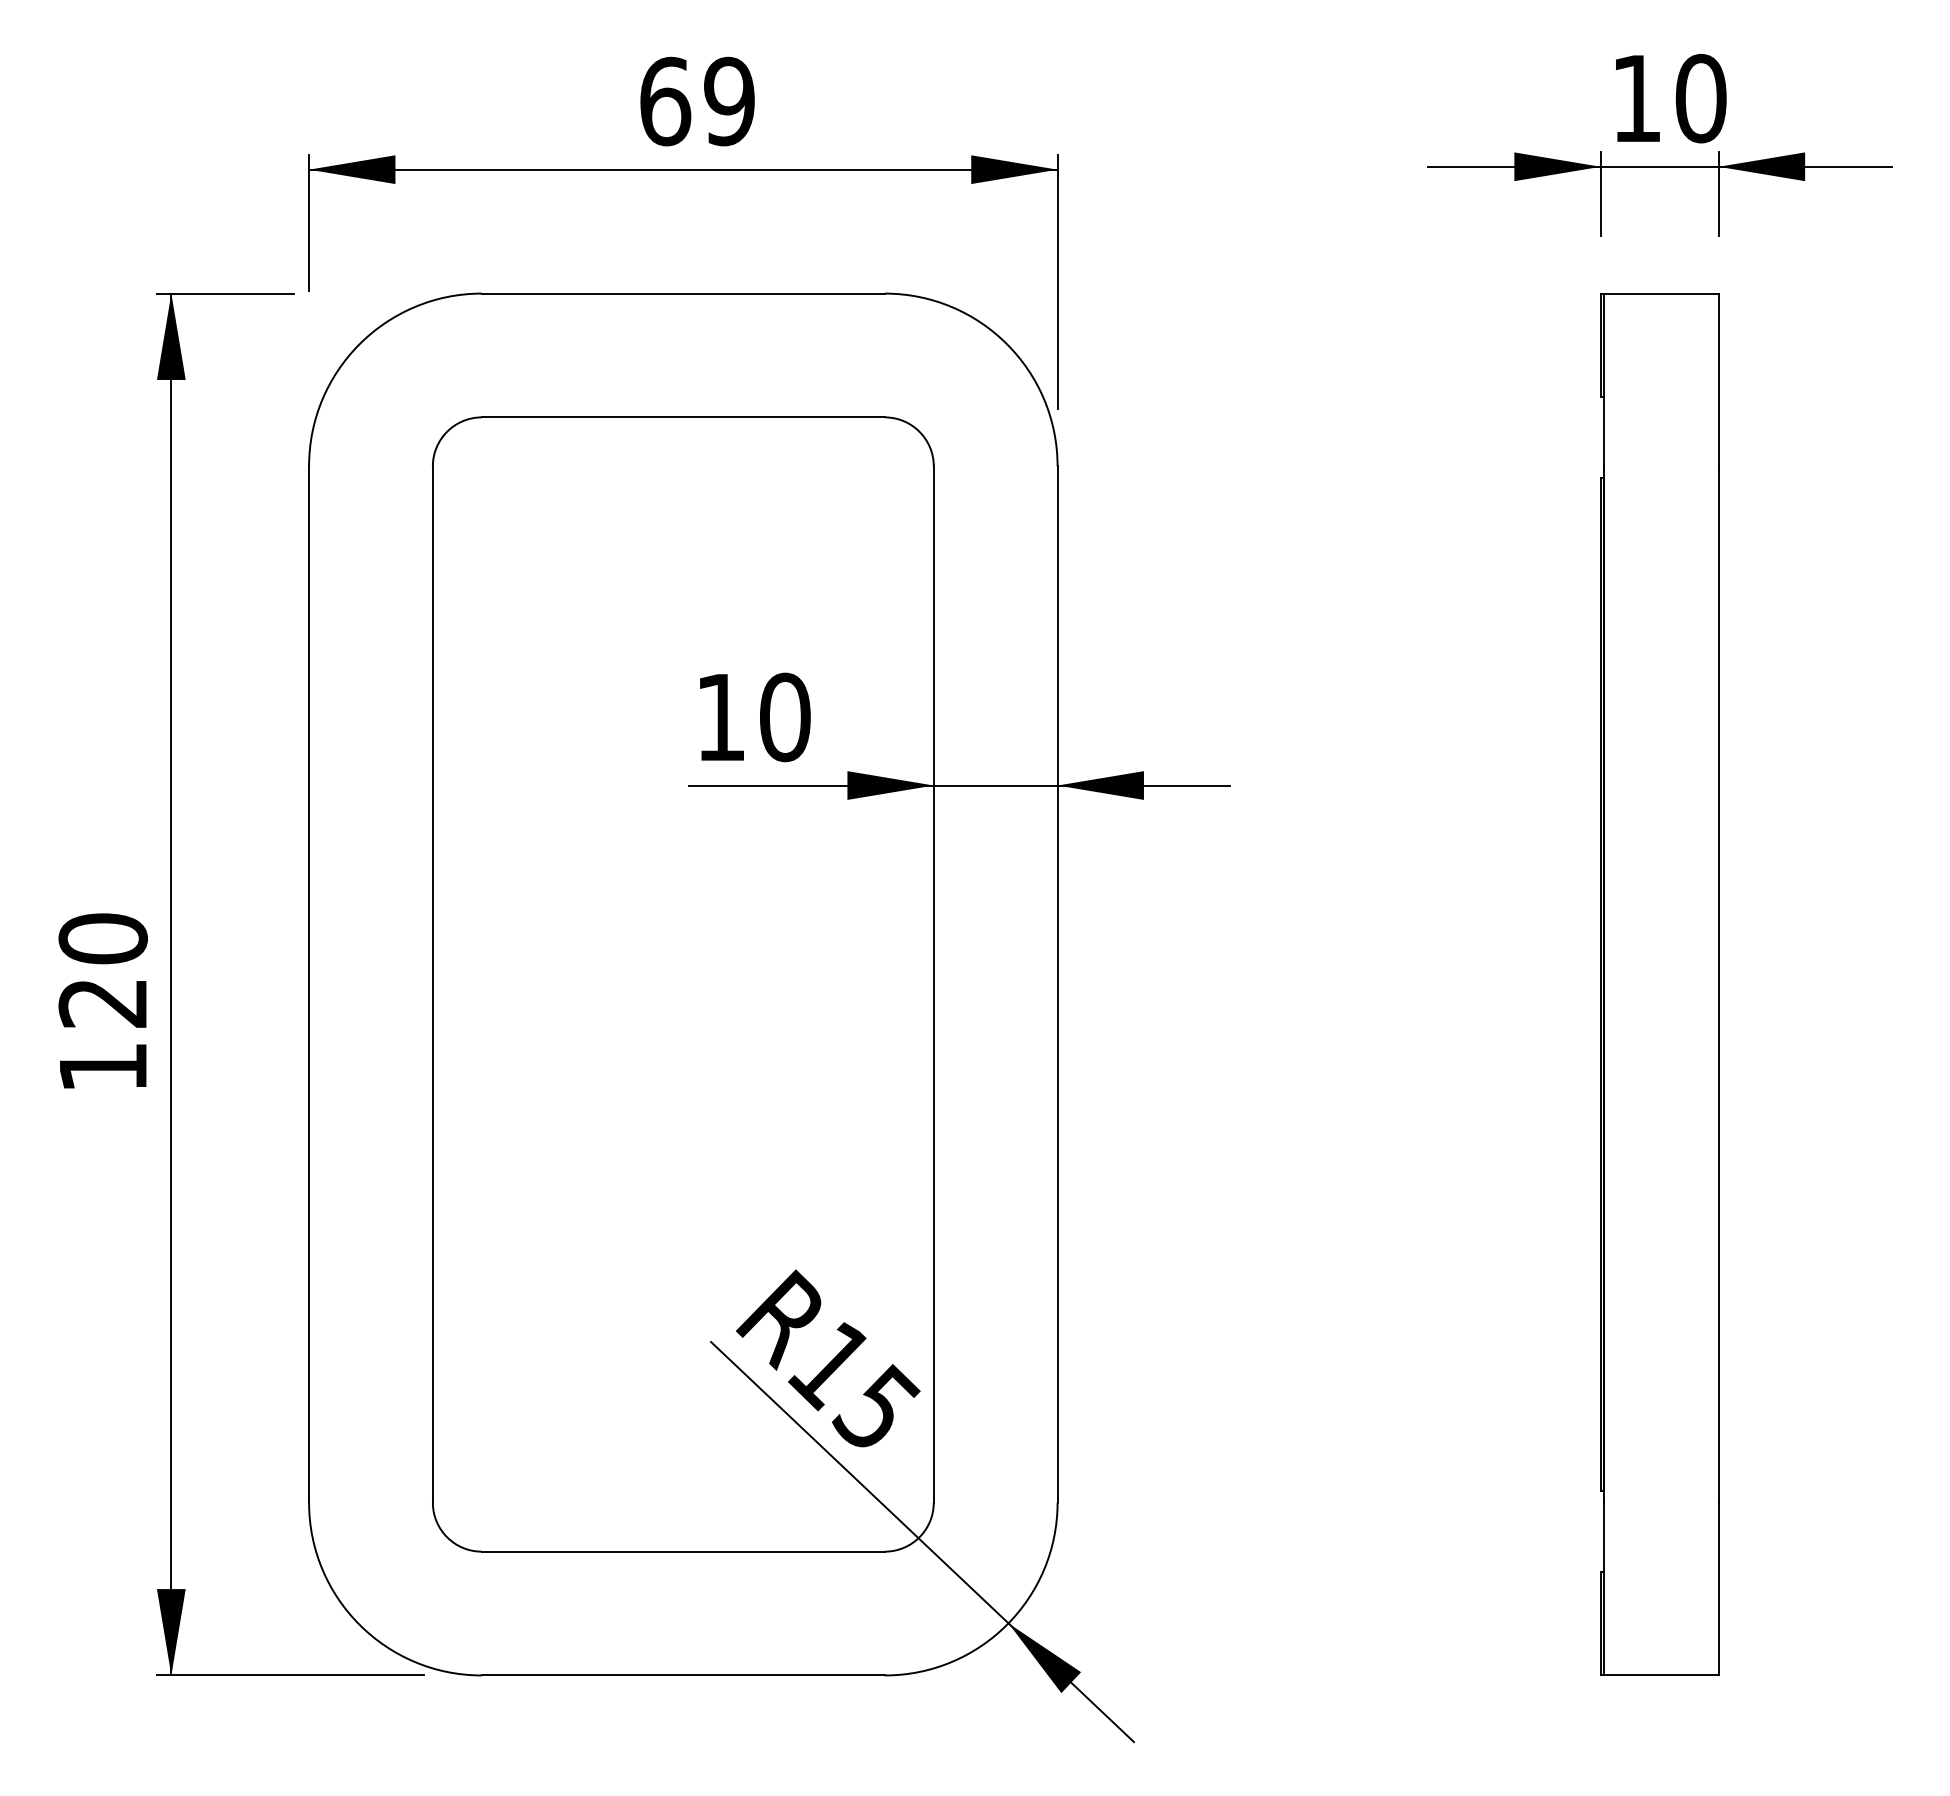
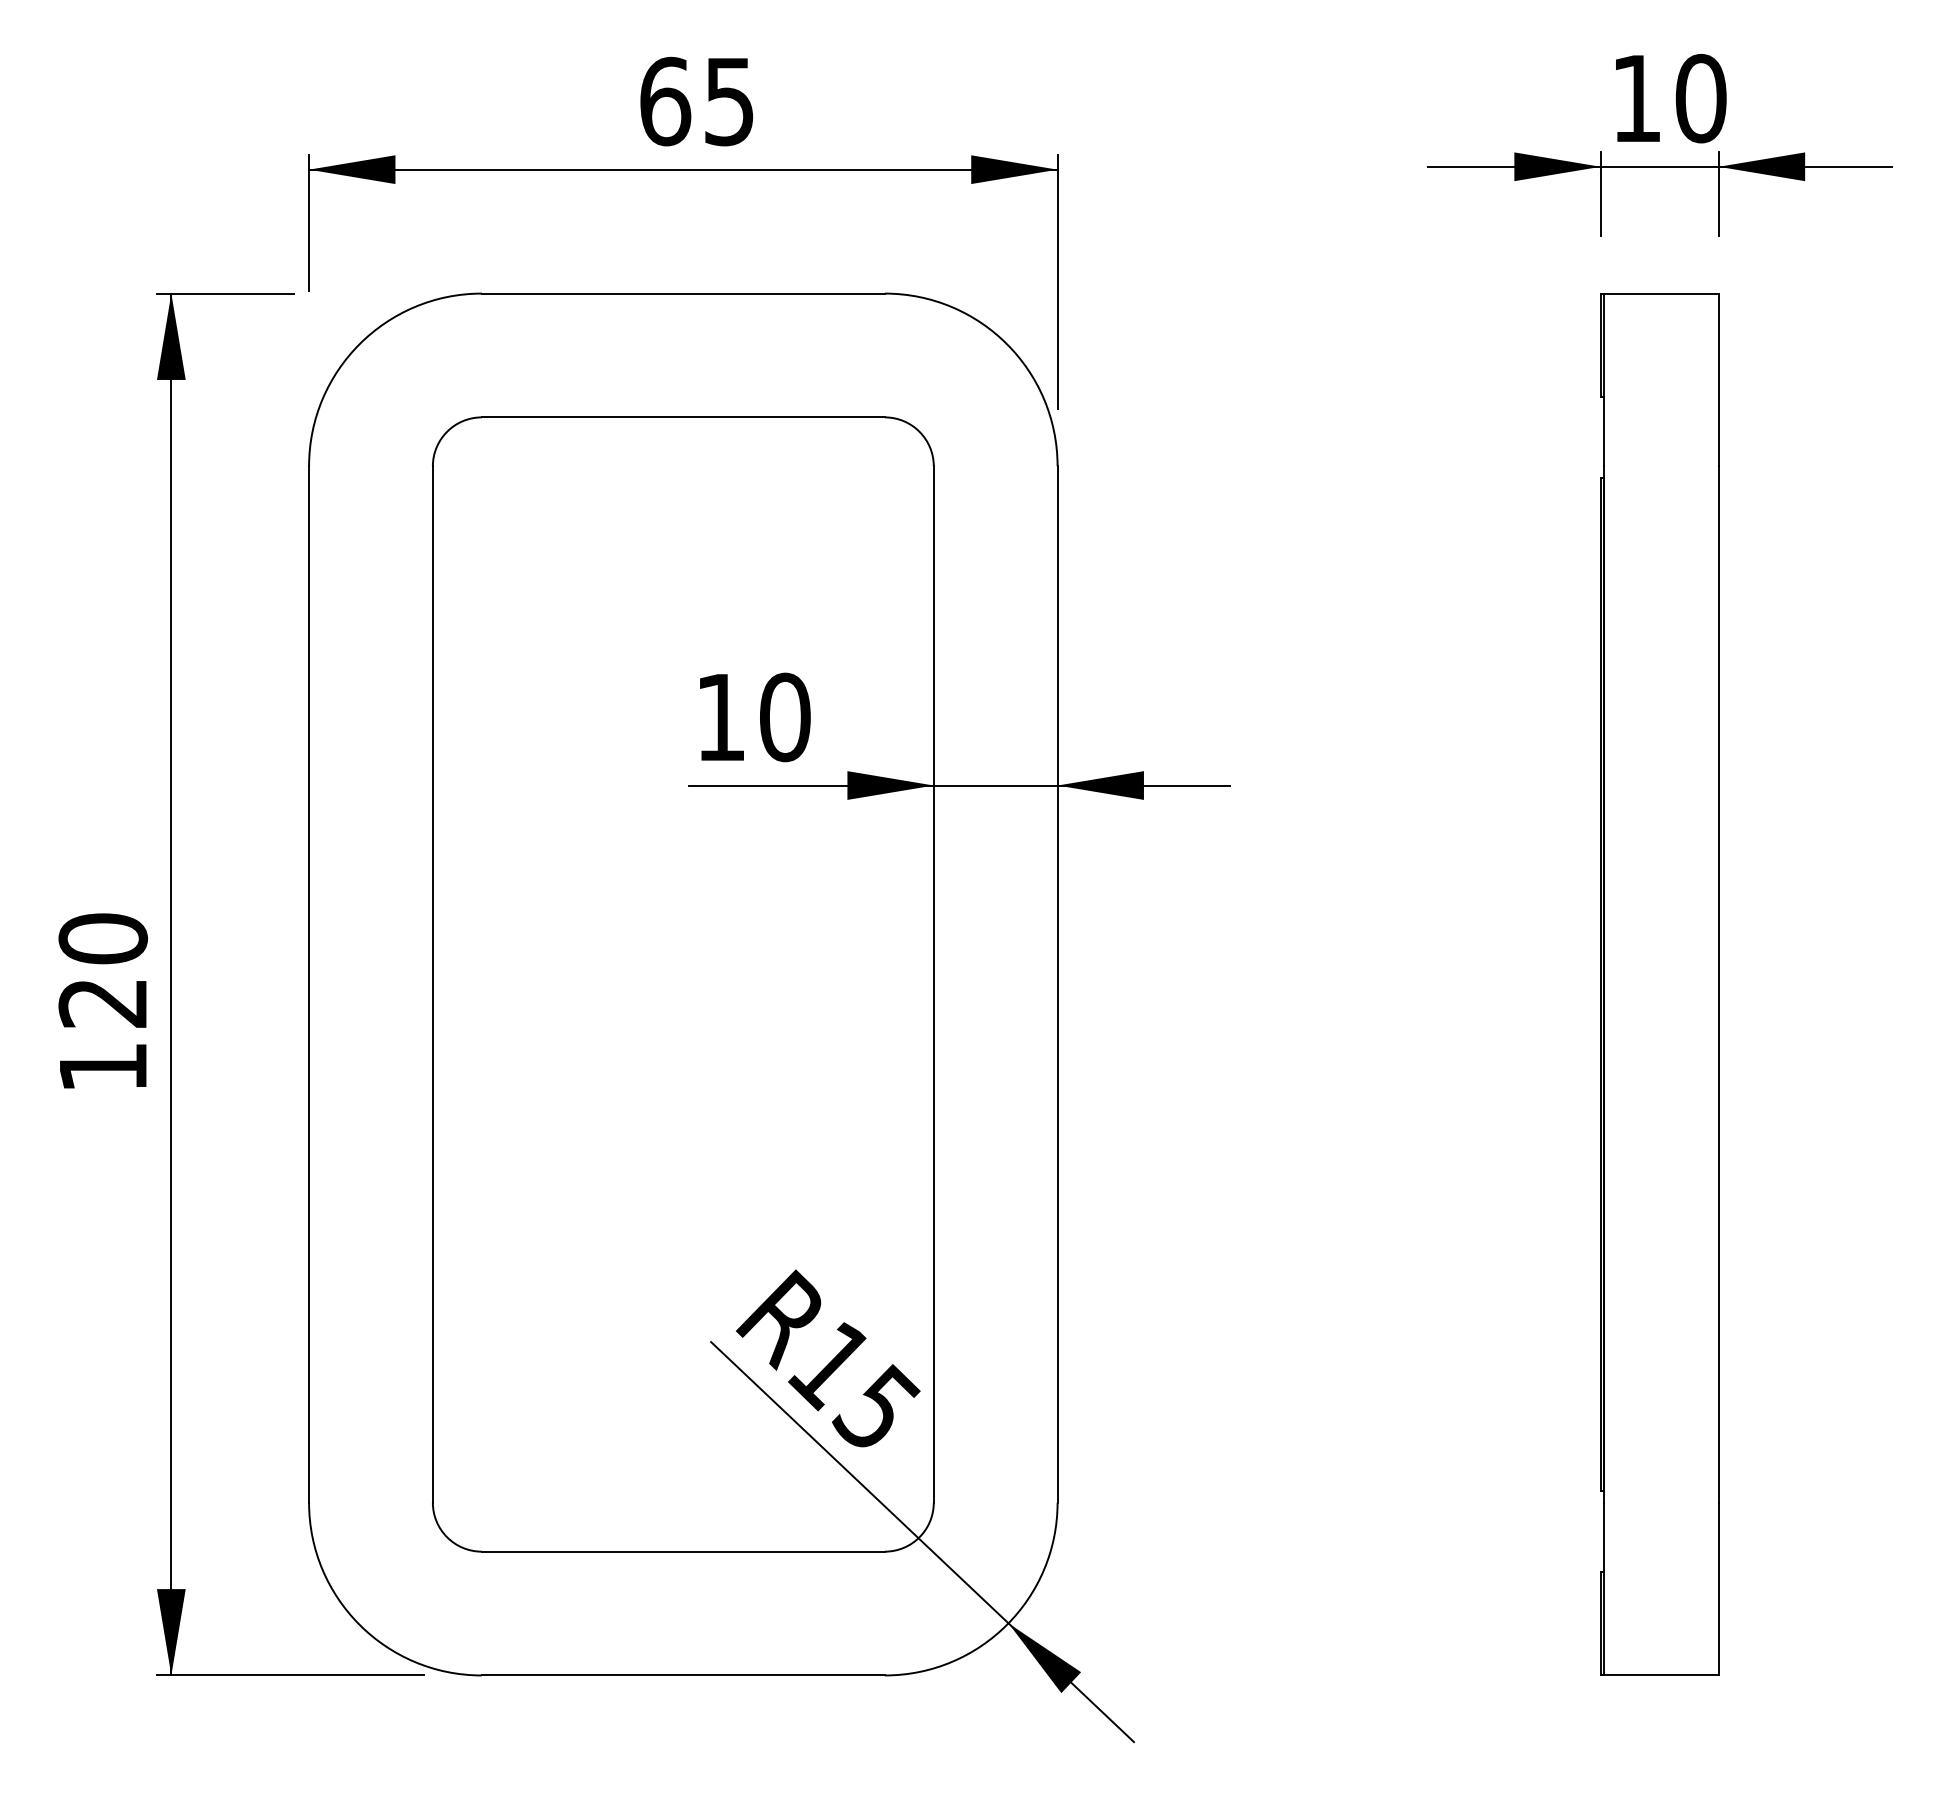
text at (729, 101): 69 -> 65
